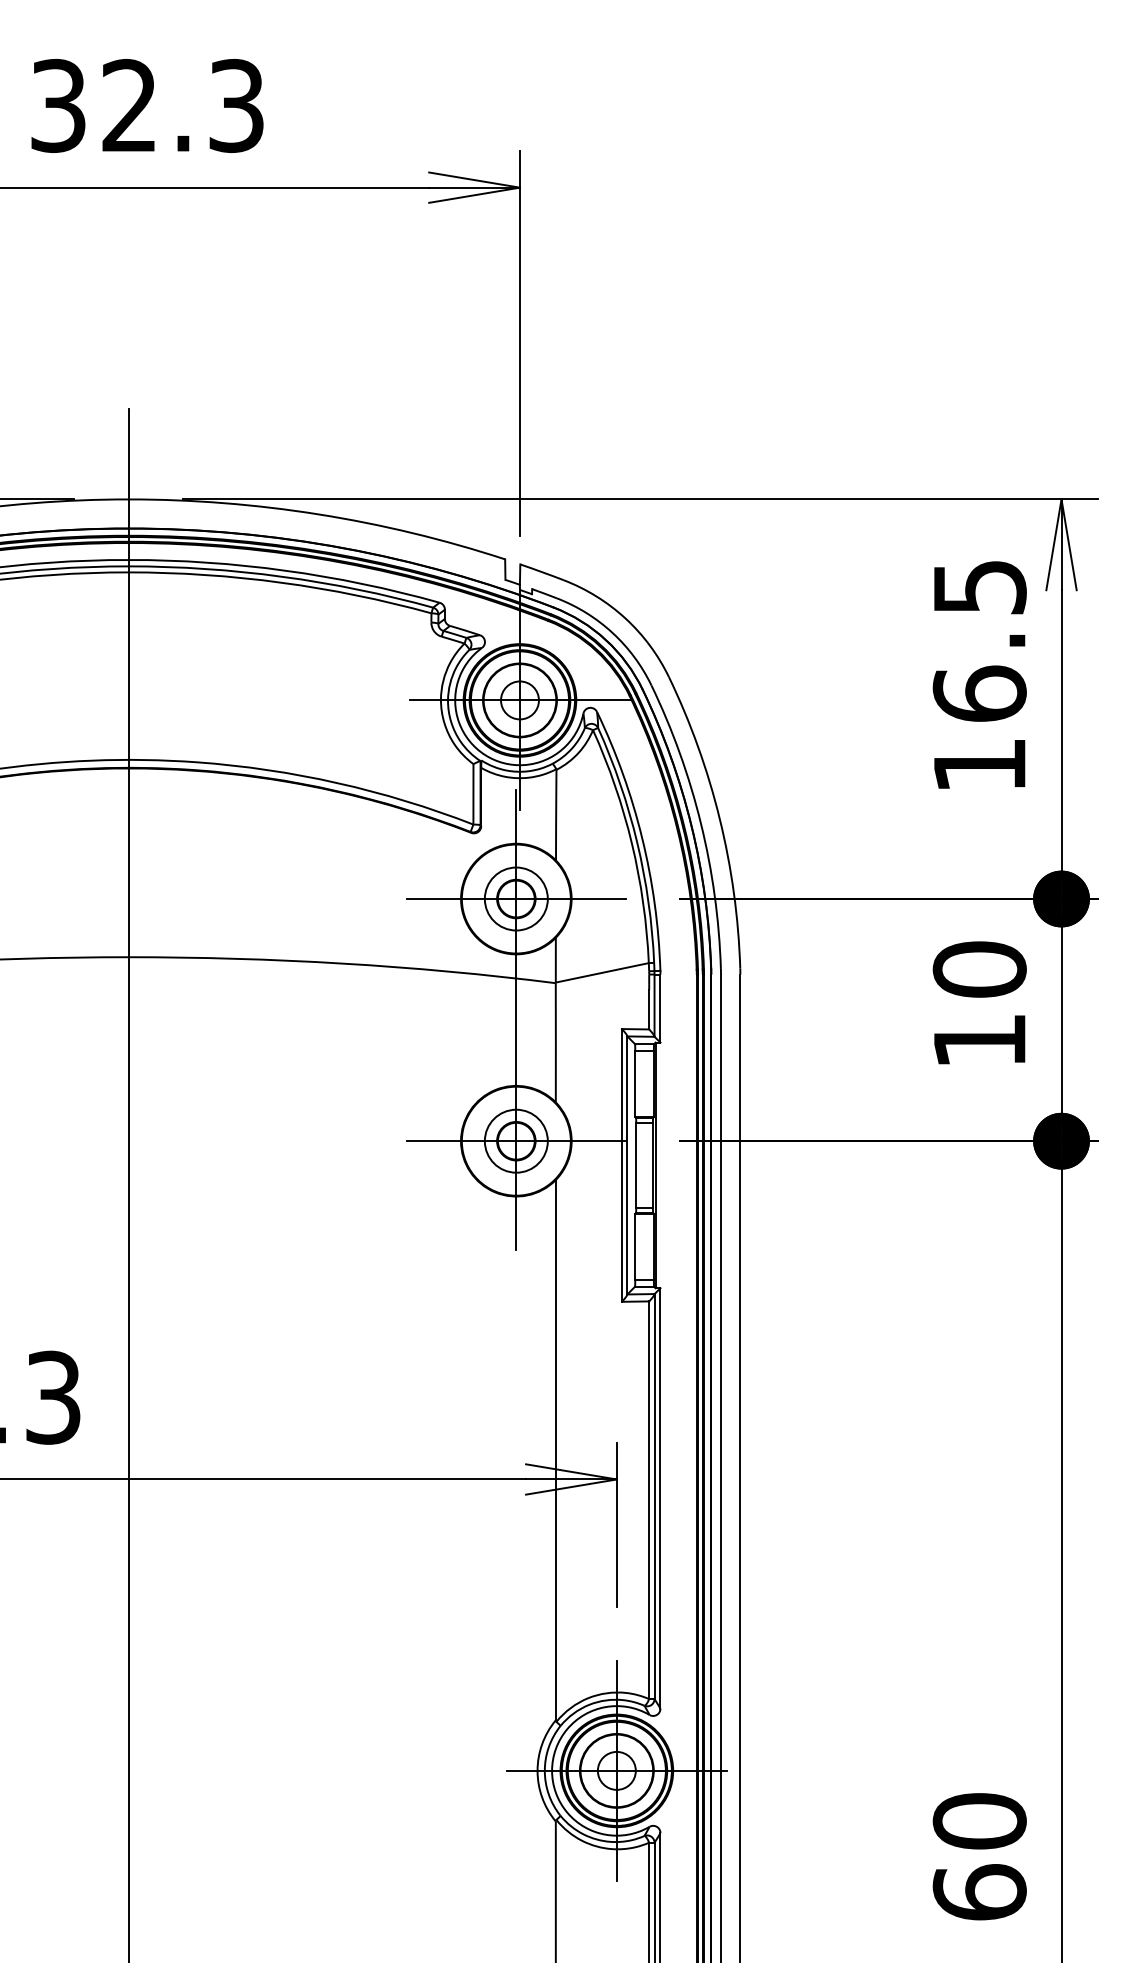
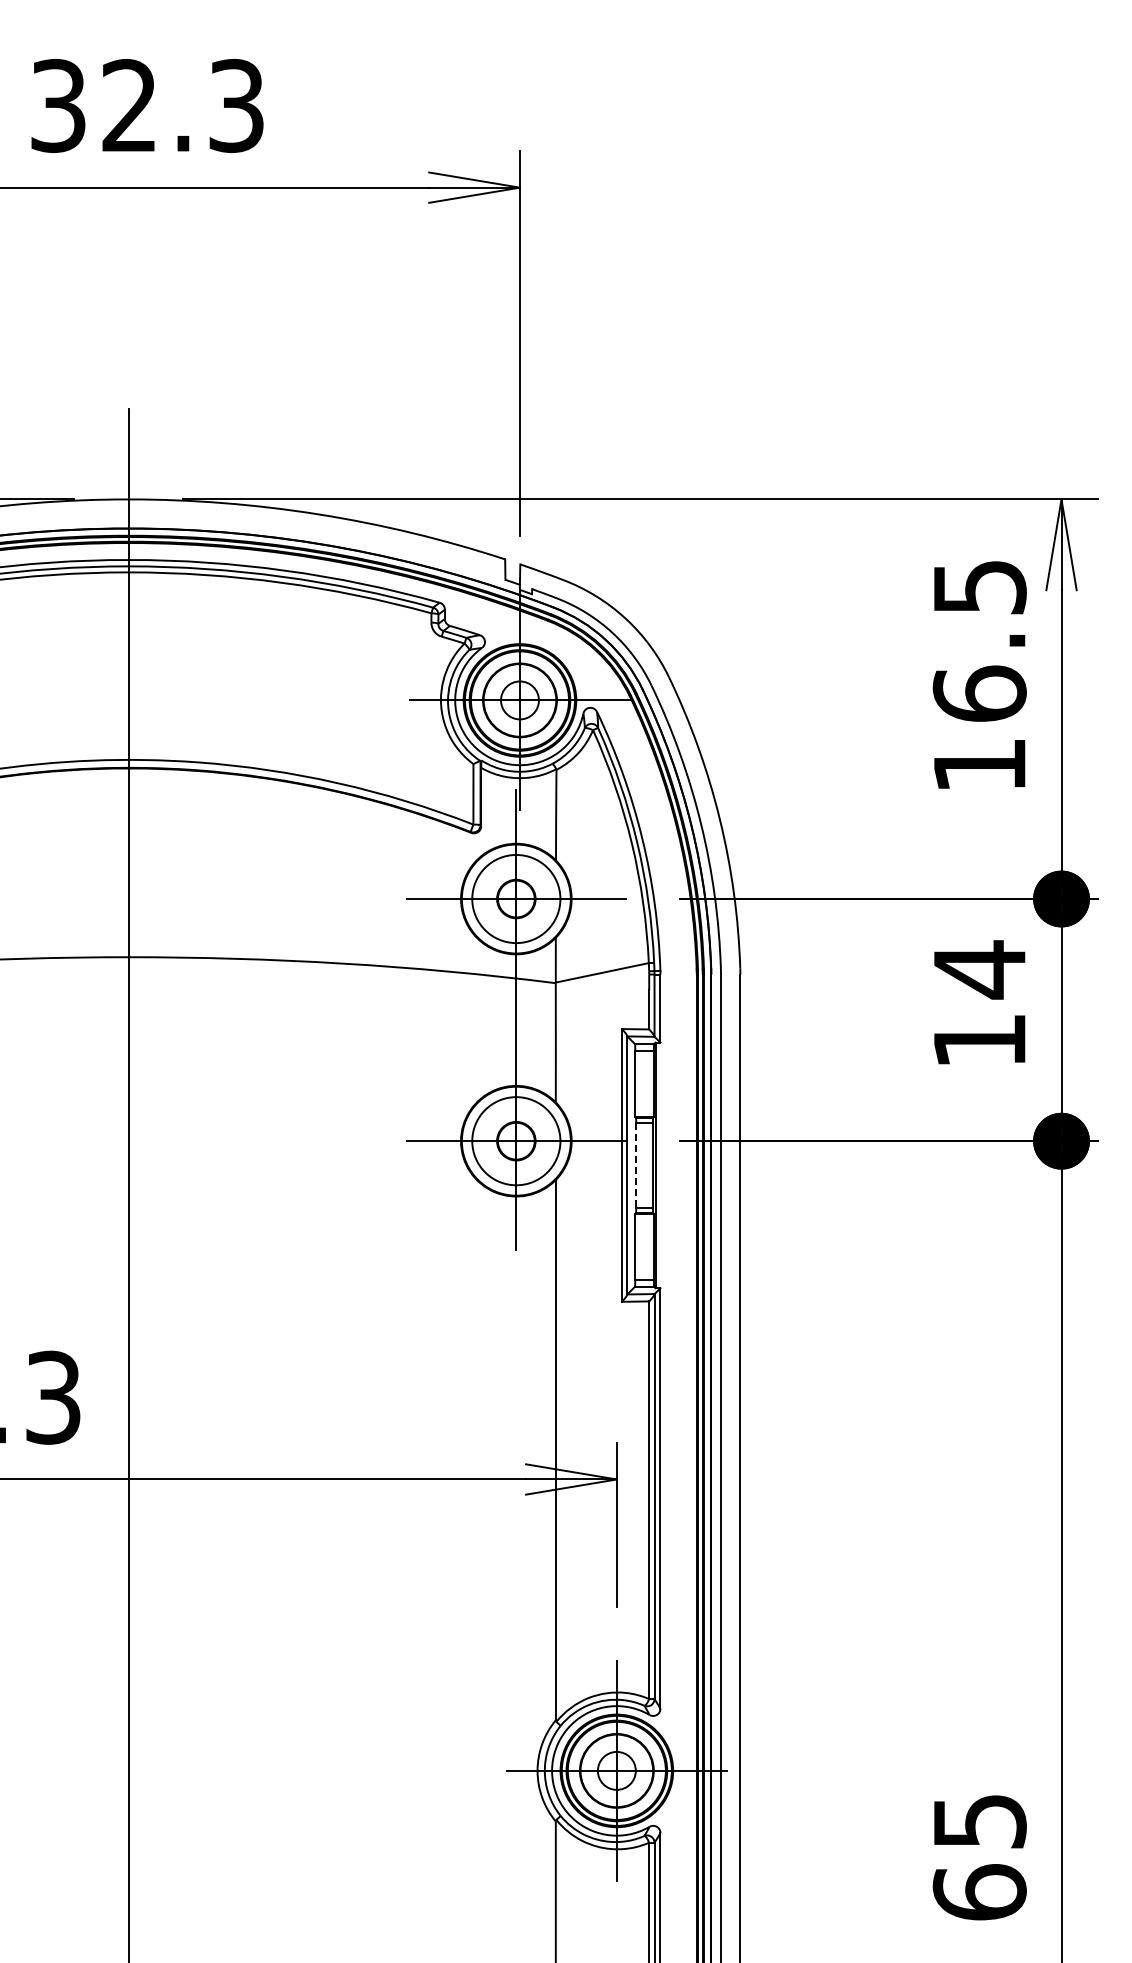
circle at (515, 898) diameter: 63 px -> 88 px
text at (979, 969): 10 -> 14
circle at (515, 1140) diameter: 63 px -> 88 px
line at (636, 1165): solid -> dashed
text at (979, 1821): 60 -> 65
